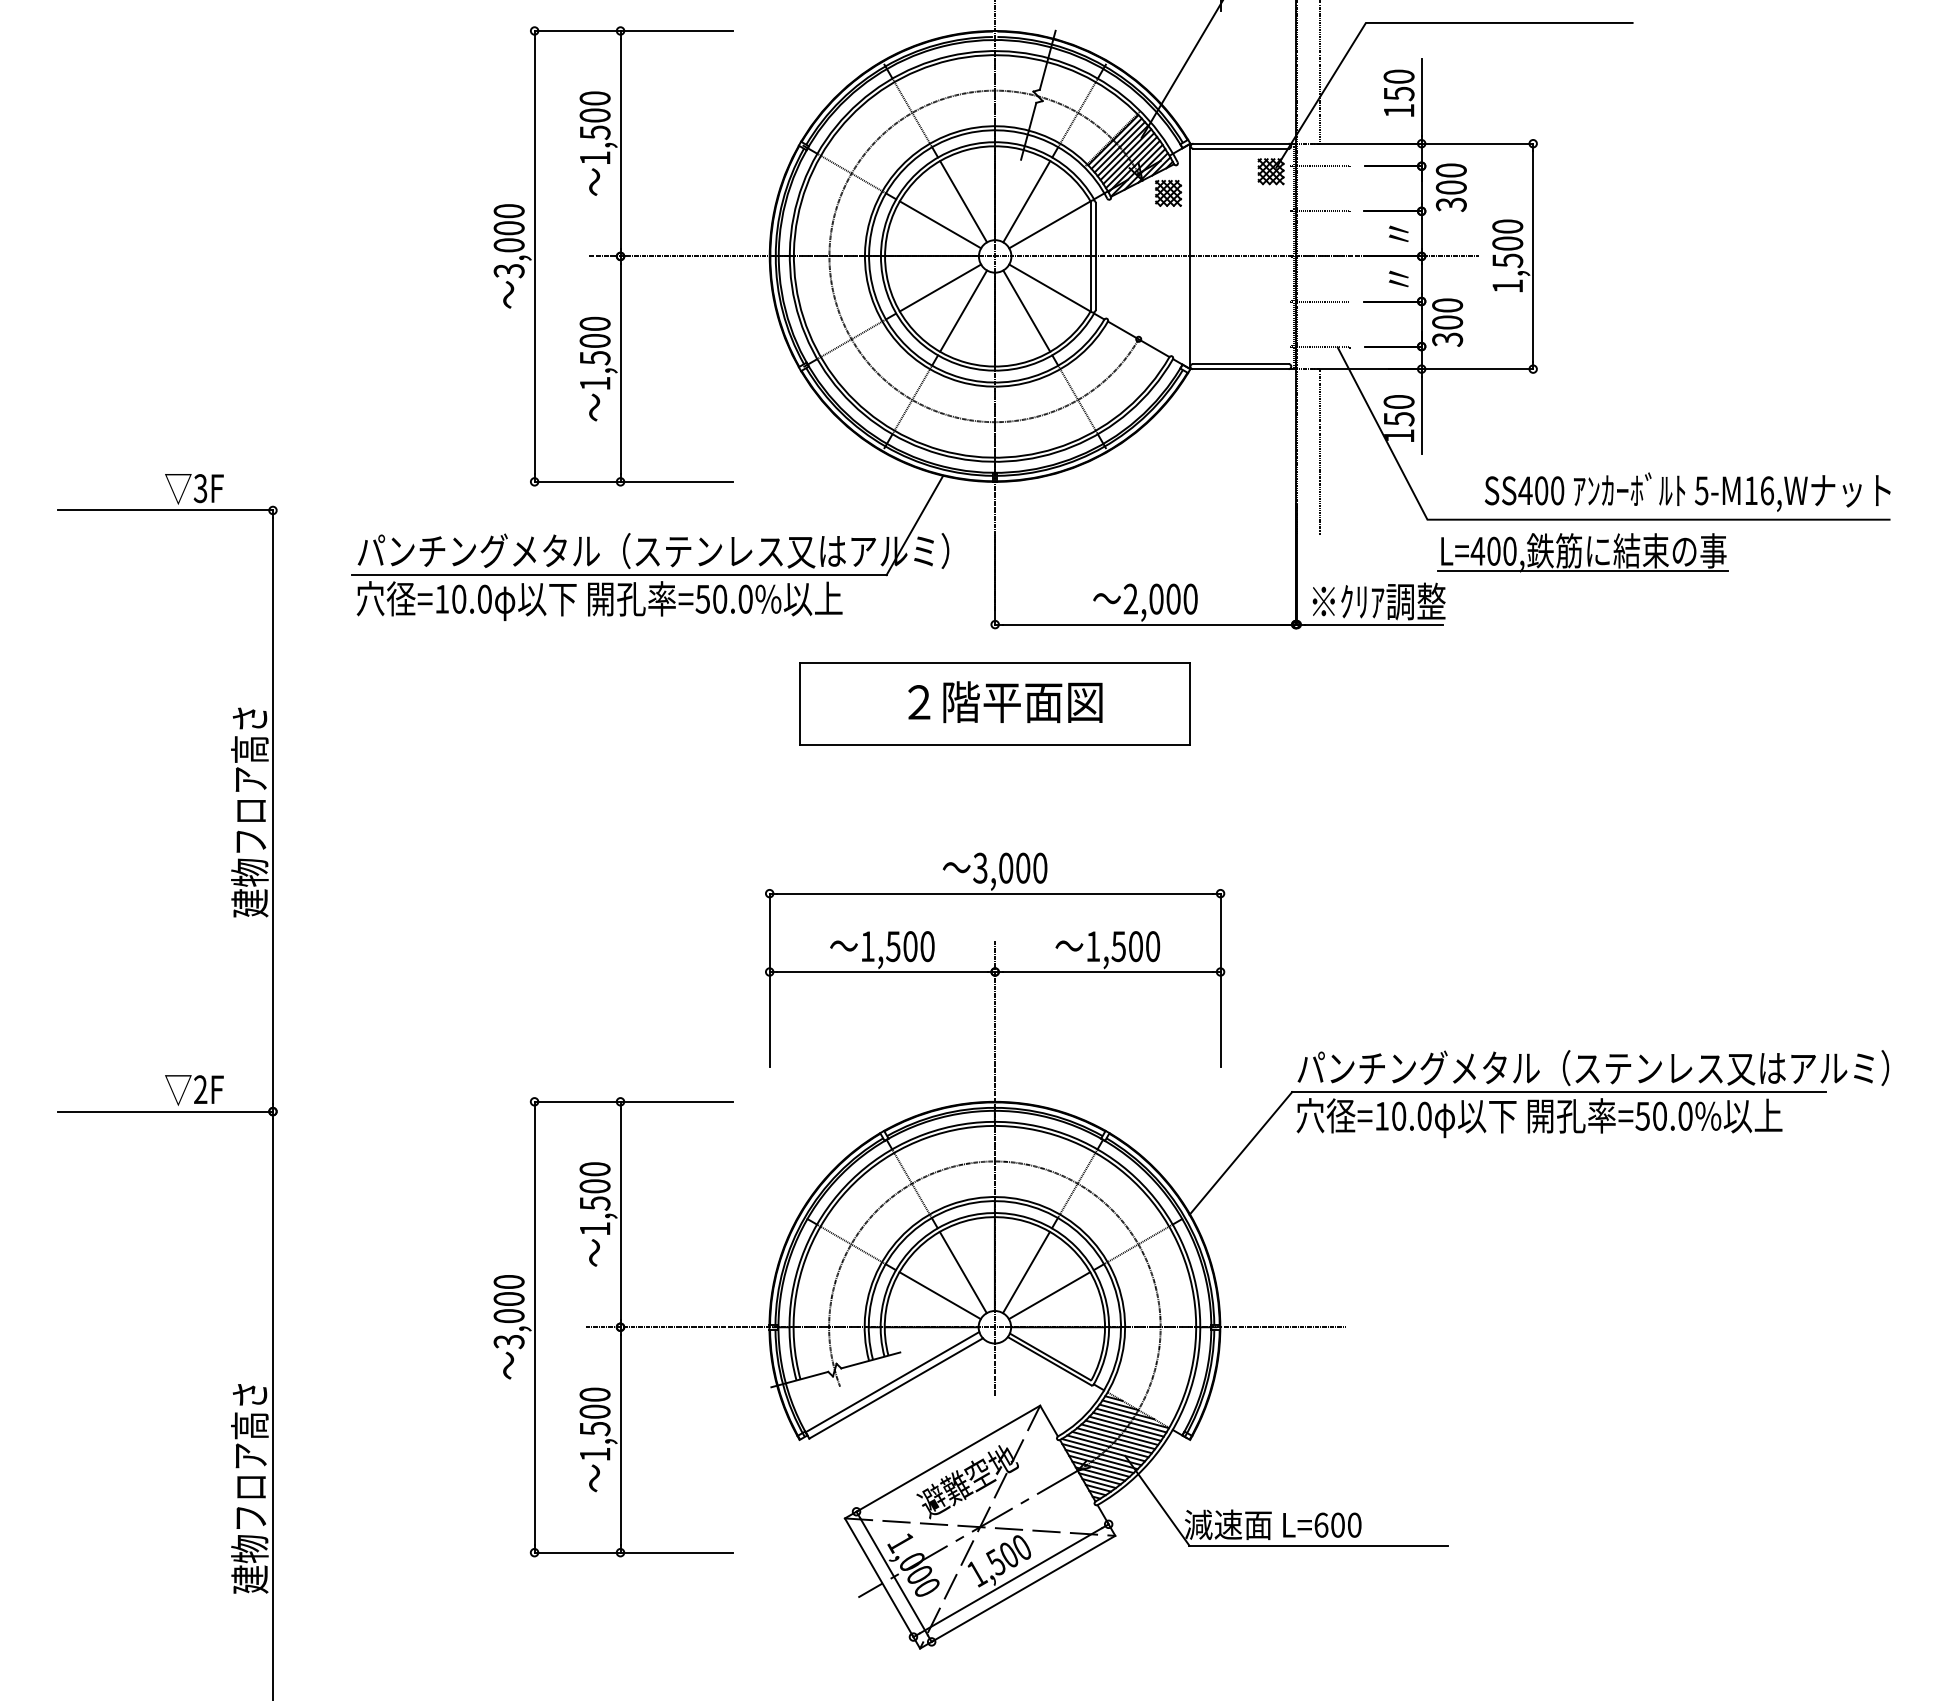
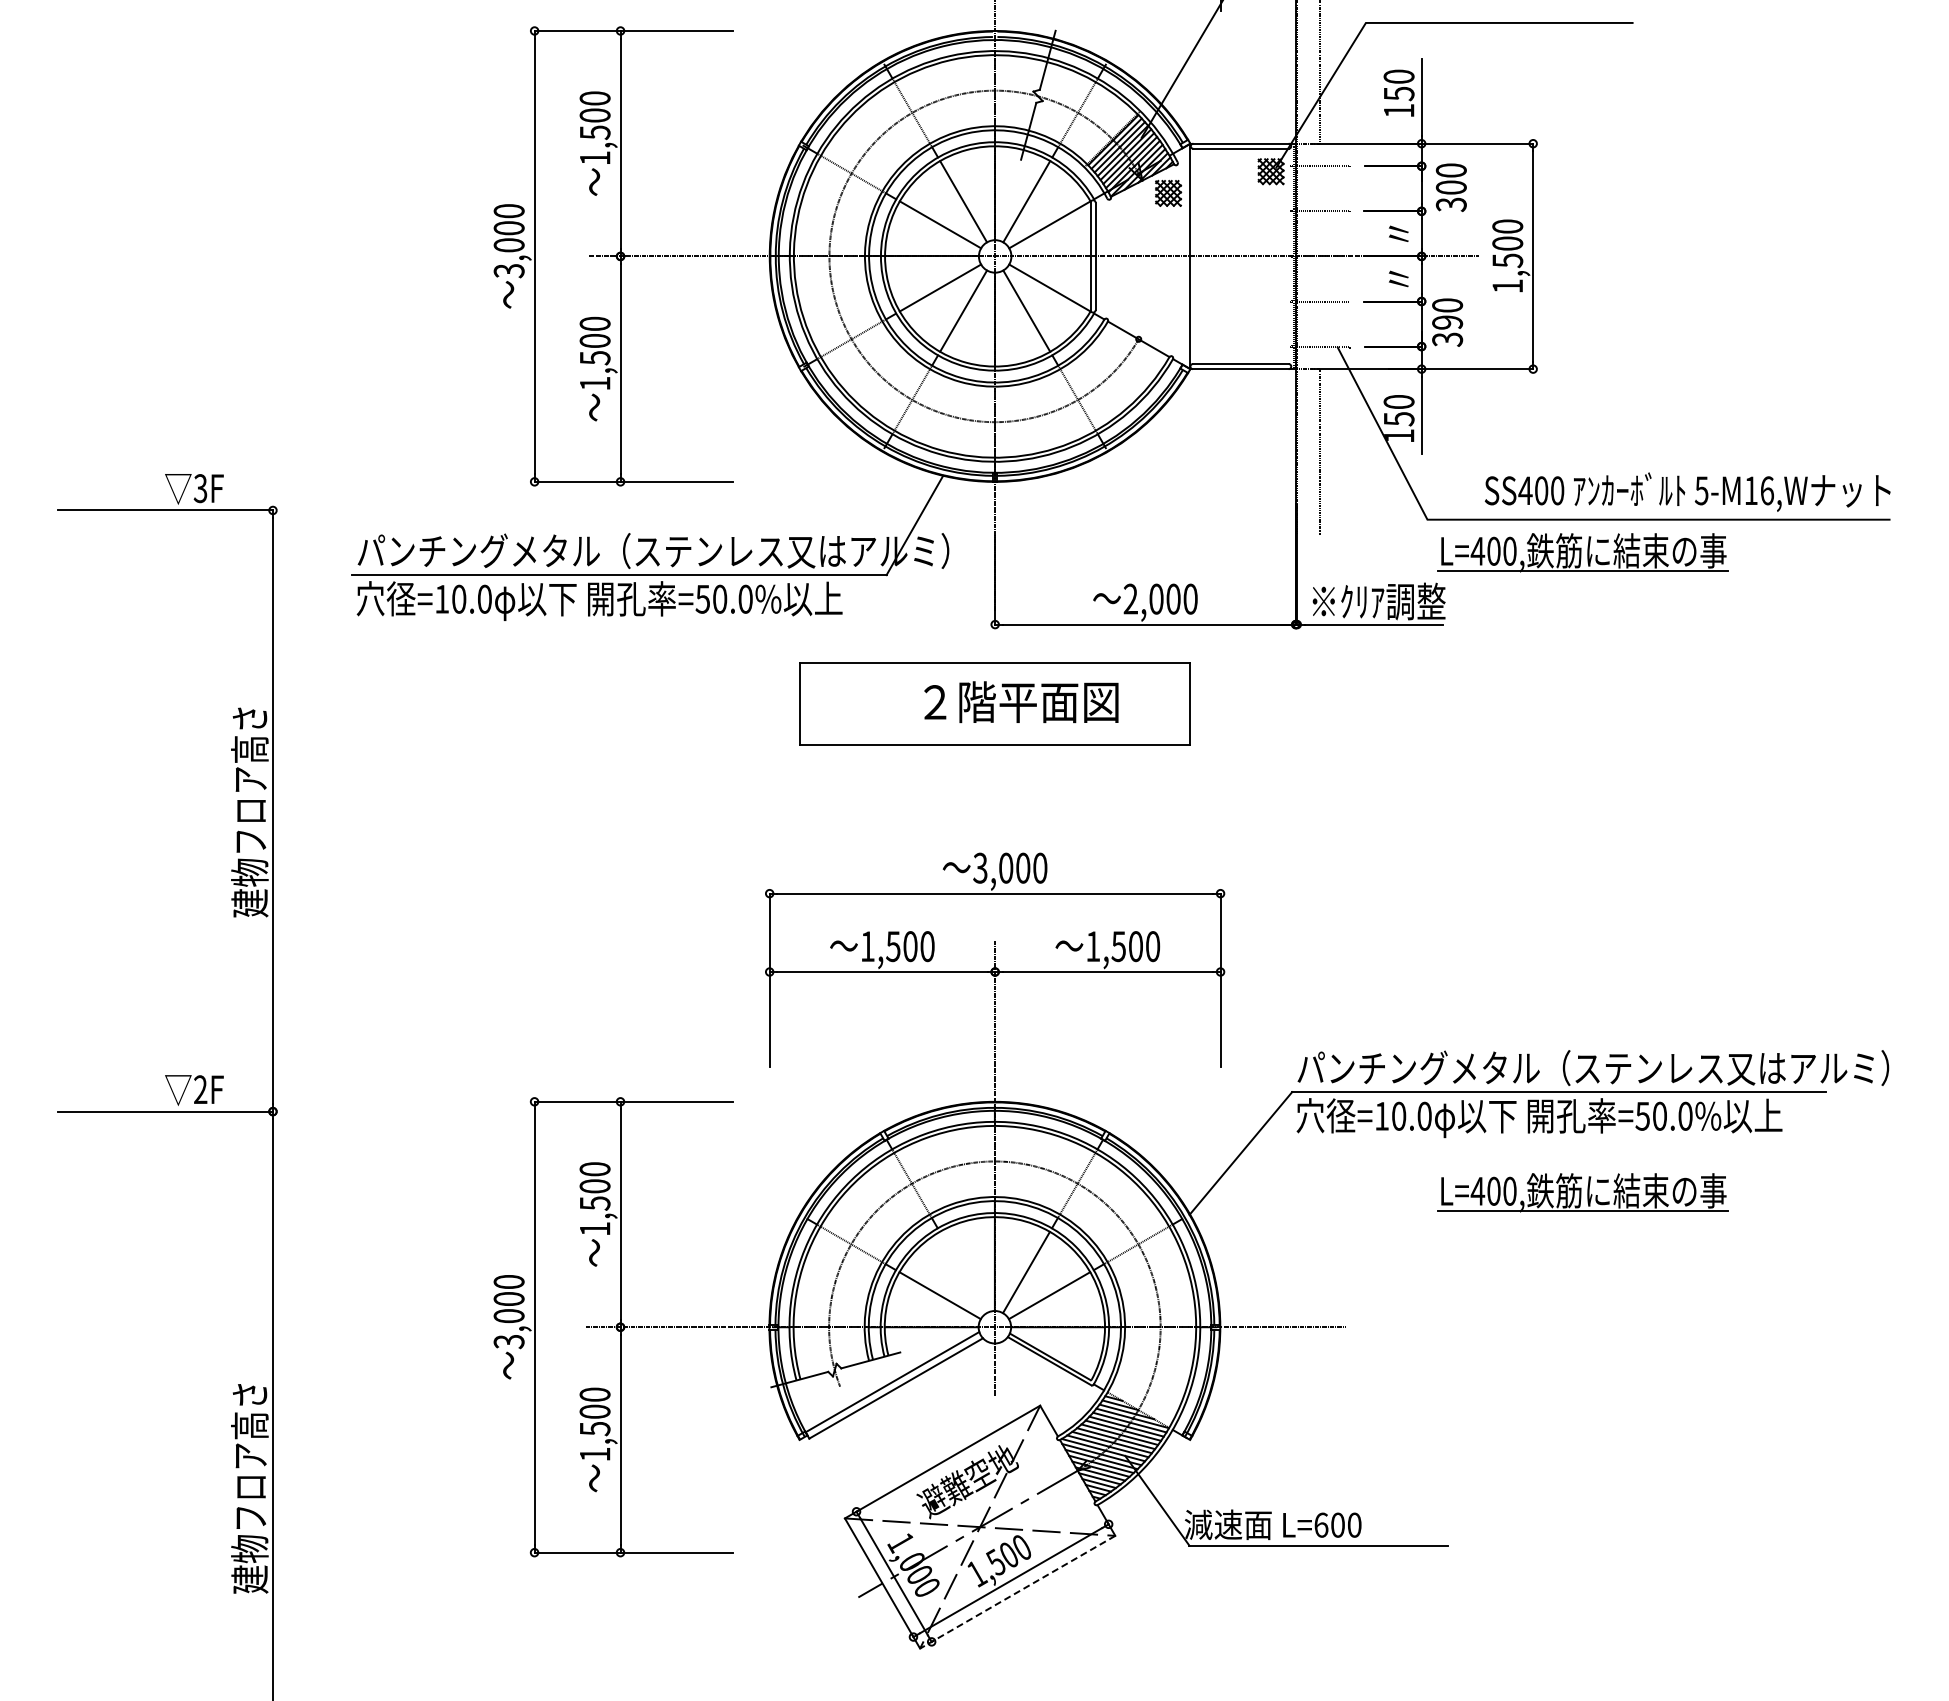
text at (1447, 322): 300 -> 390
text at (1005, 702) position: (1005, 702) -> (1021, 702)
part at (1582, 1192): none -> present
line at (962, 1272): present -> none
line at (1017, 1592): solid -> dashed
